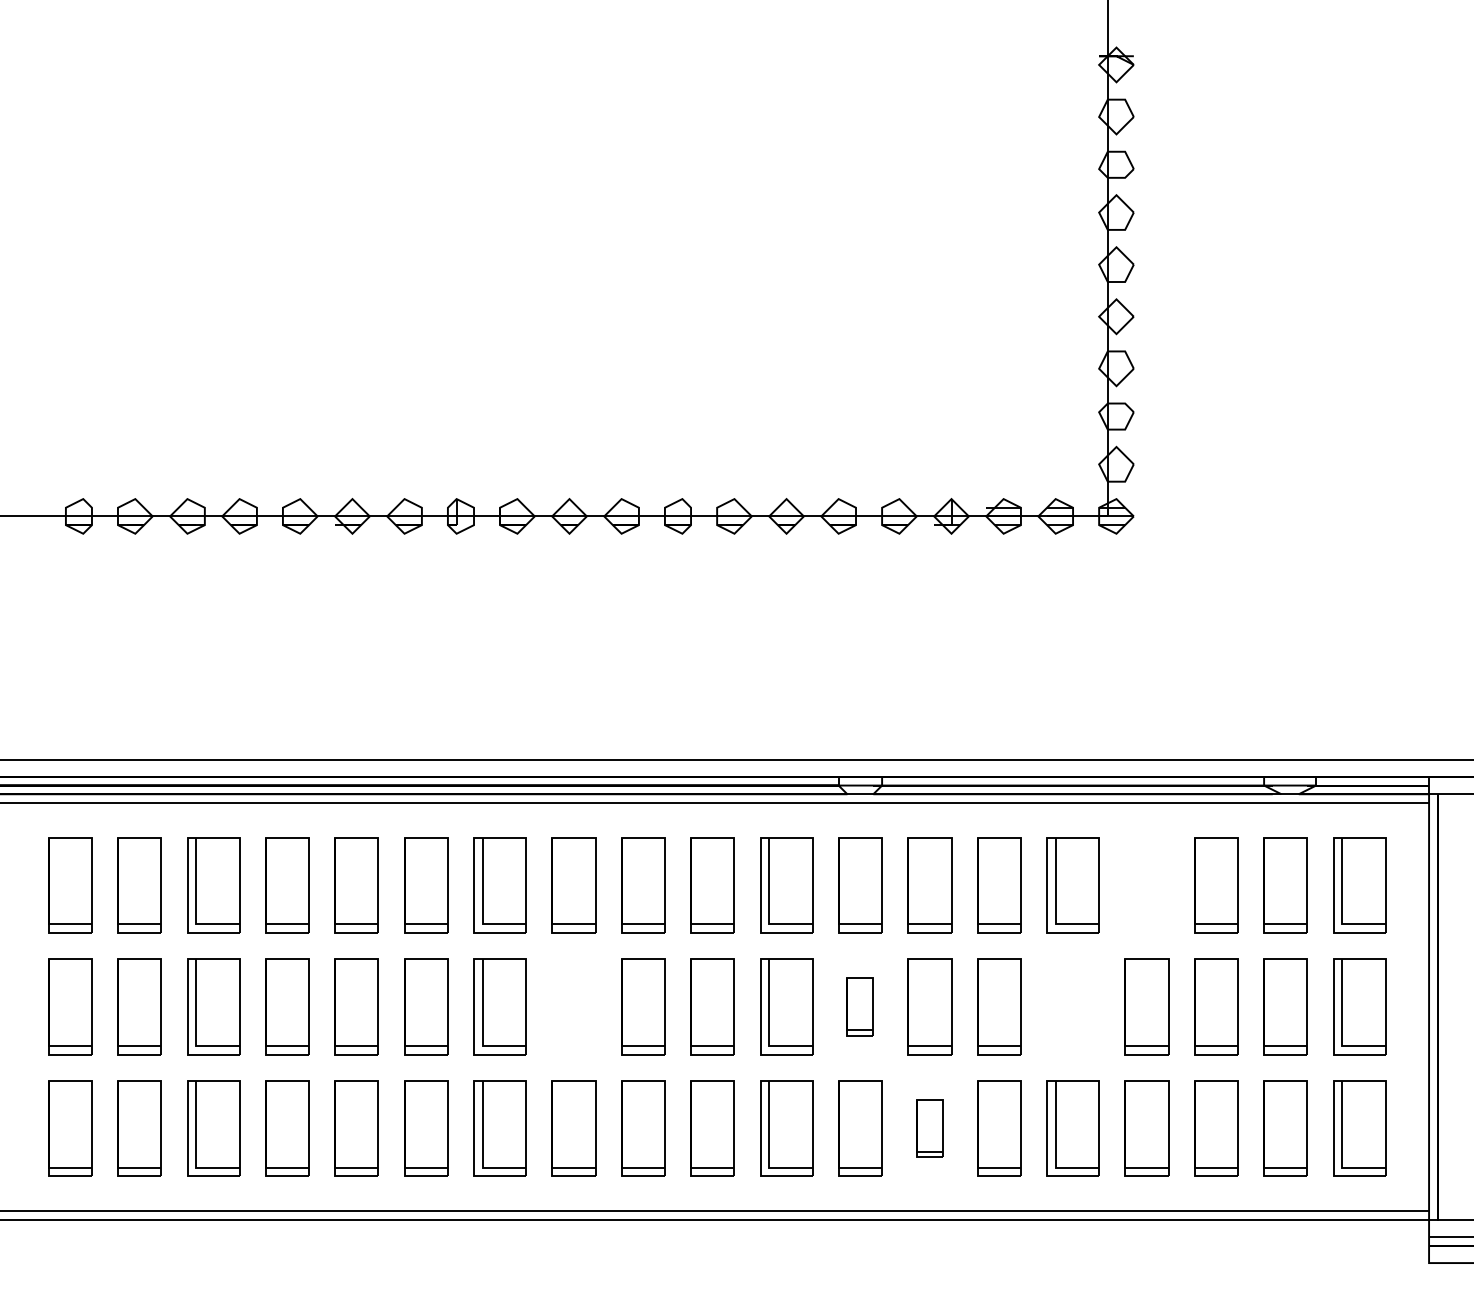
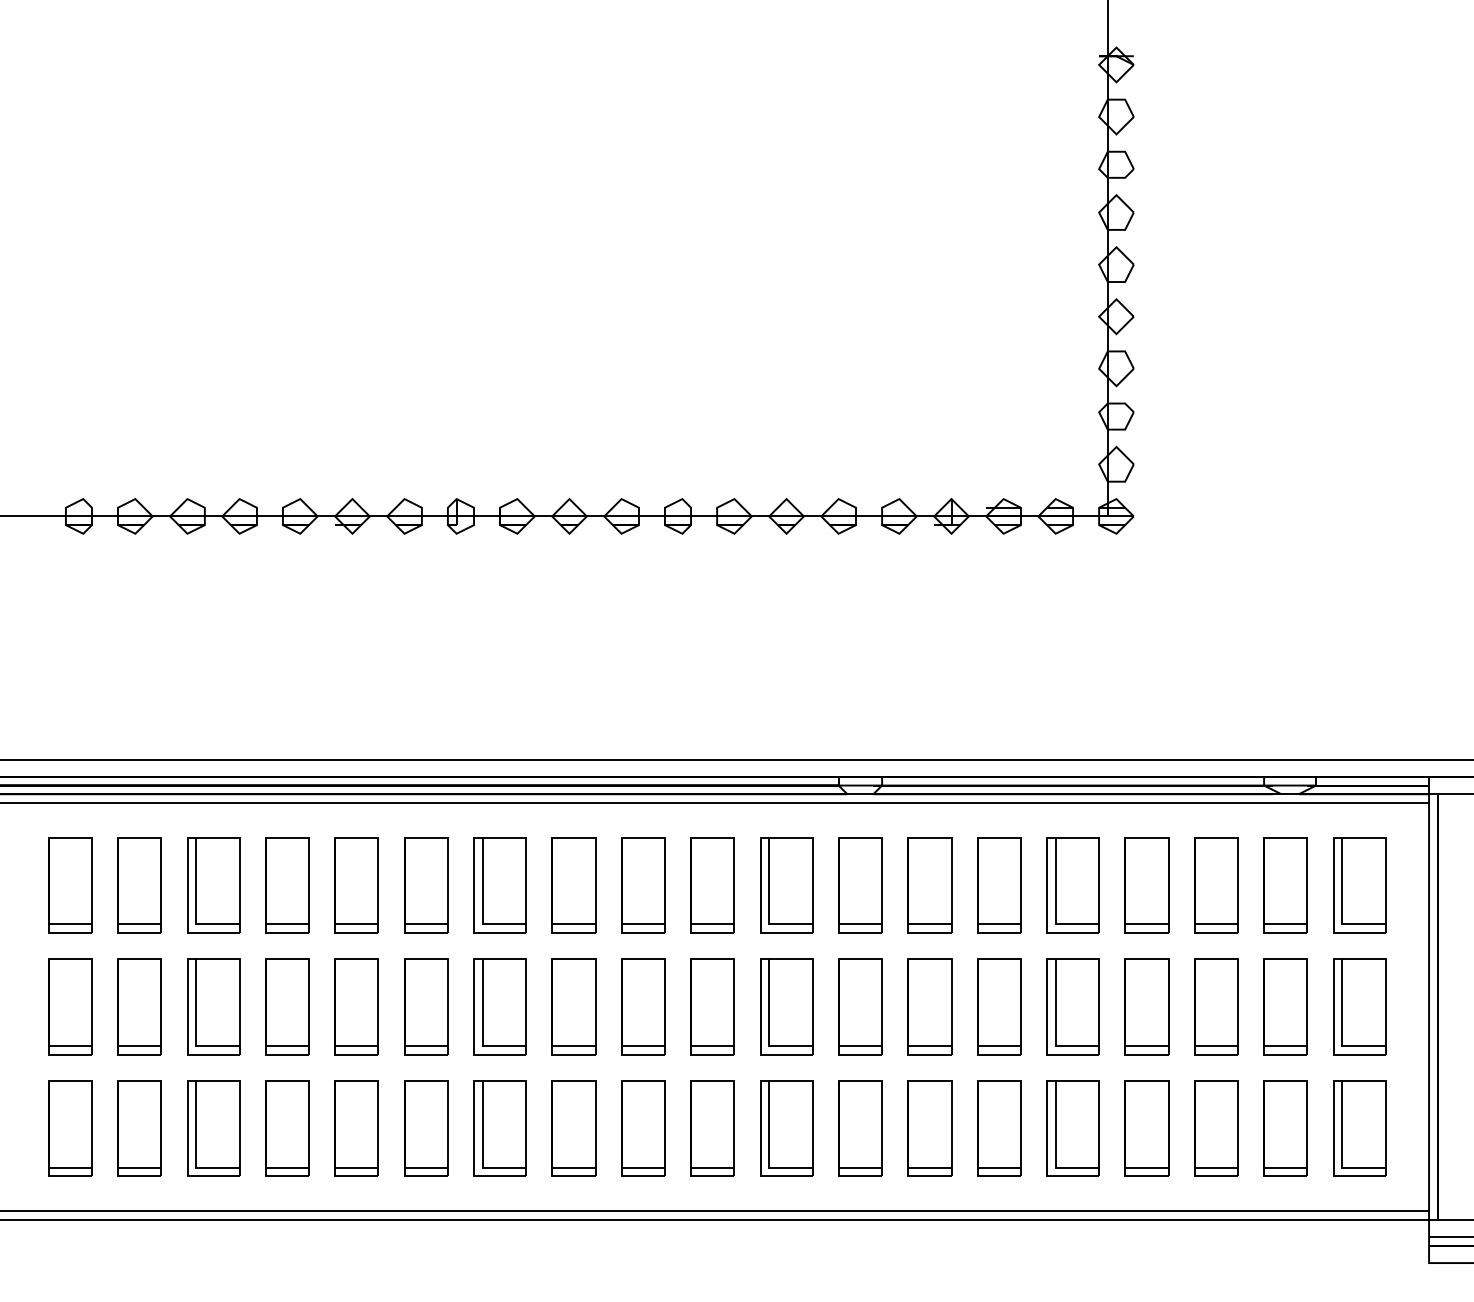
part at (1146, 885): none -> present
part at (573, 1006): none -> present
part at (859, 1006) size: 28x60 px -> 45x98 px
part at (1072, 1006): none -> present
part at (929, 1128) size: 28x59 px -> 46x97 px
